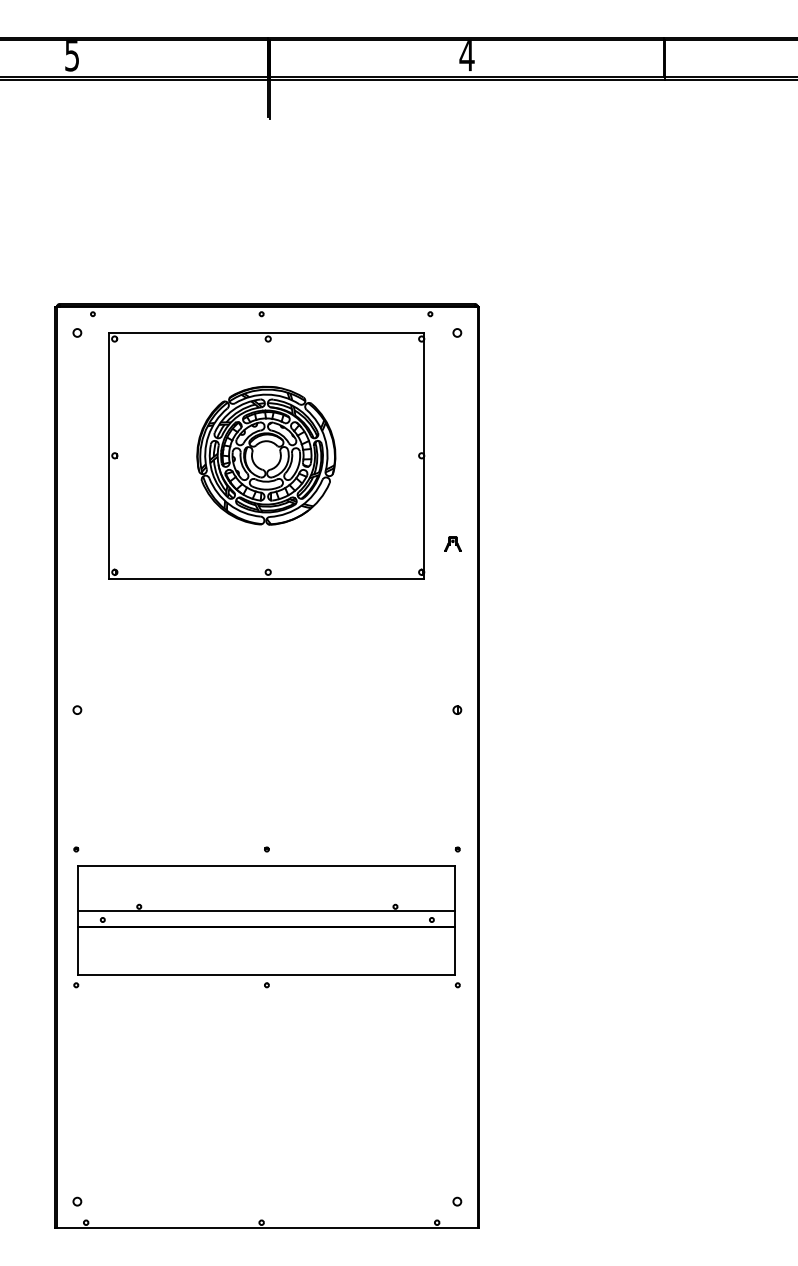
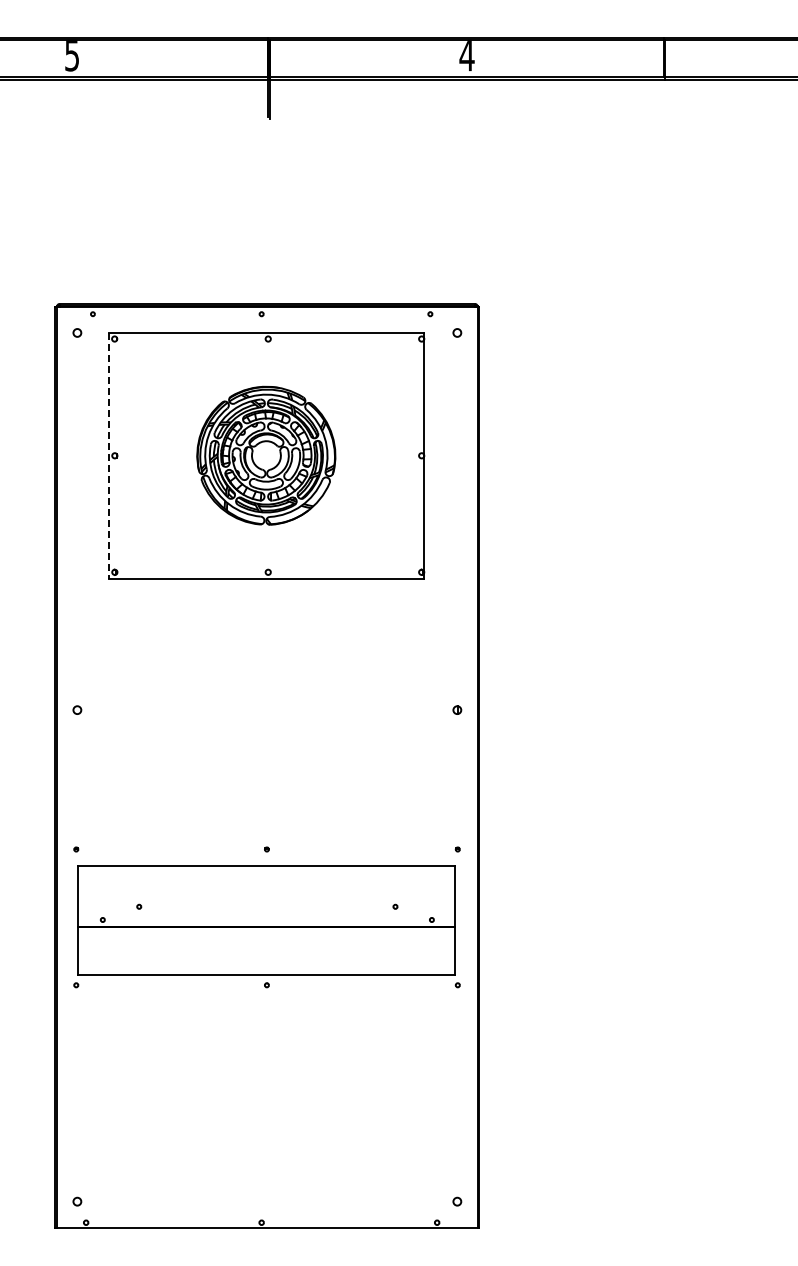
line at (108, 455): solid -> dashed
part at (452, 543): present -> none
line at (266, 911): present -> none
